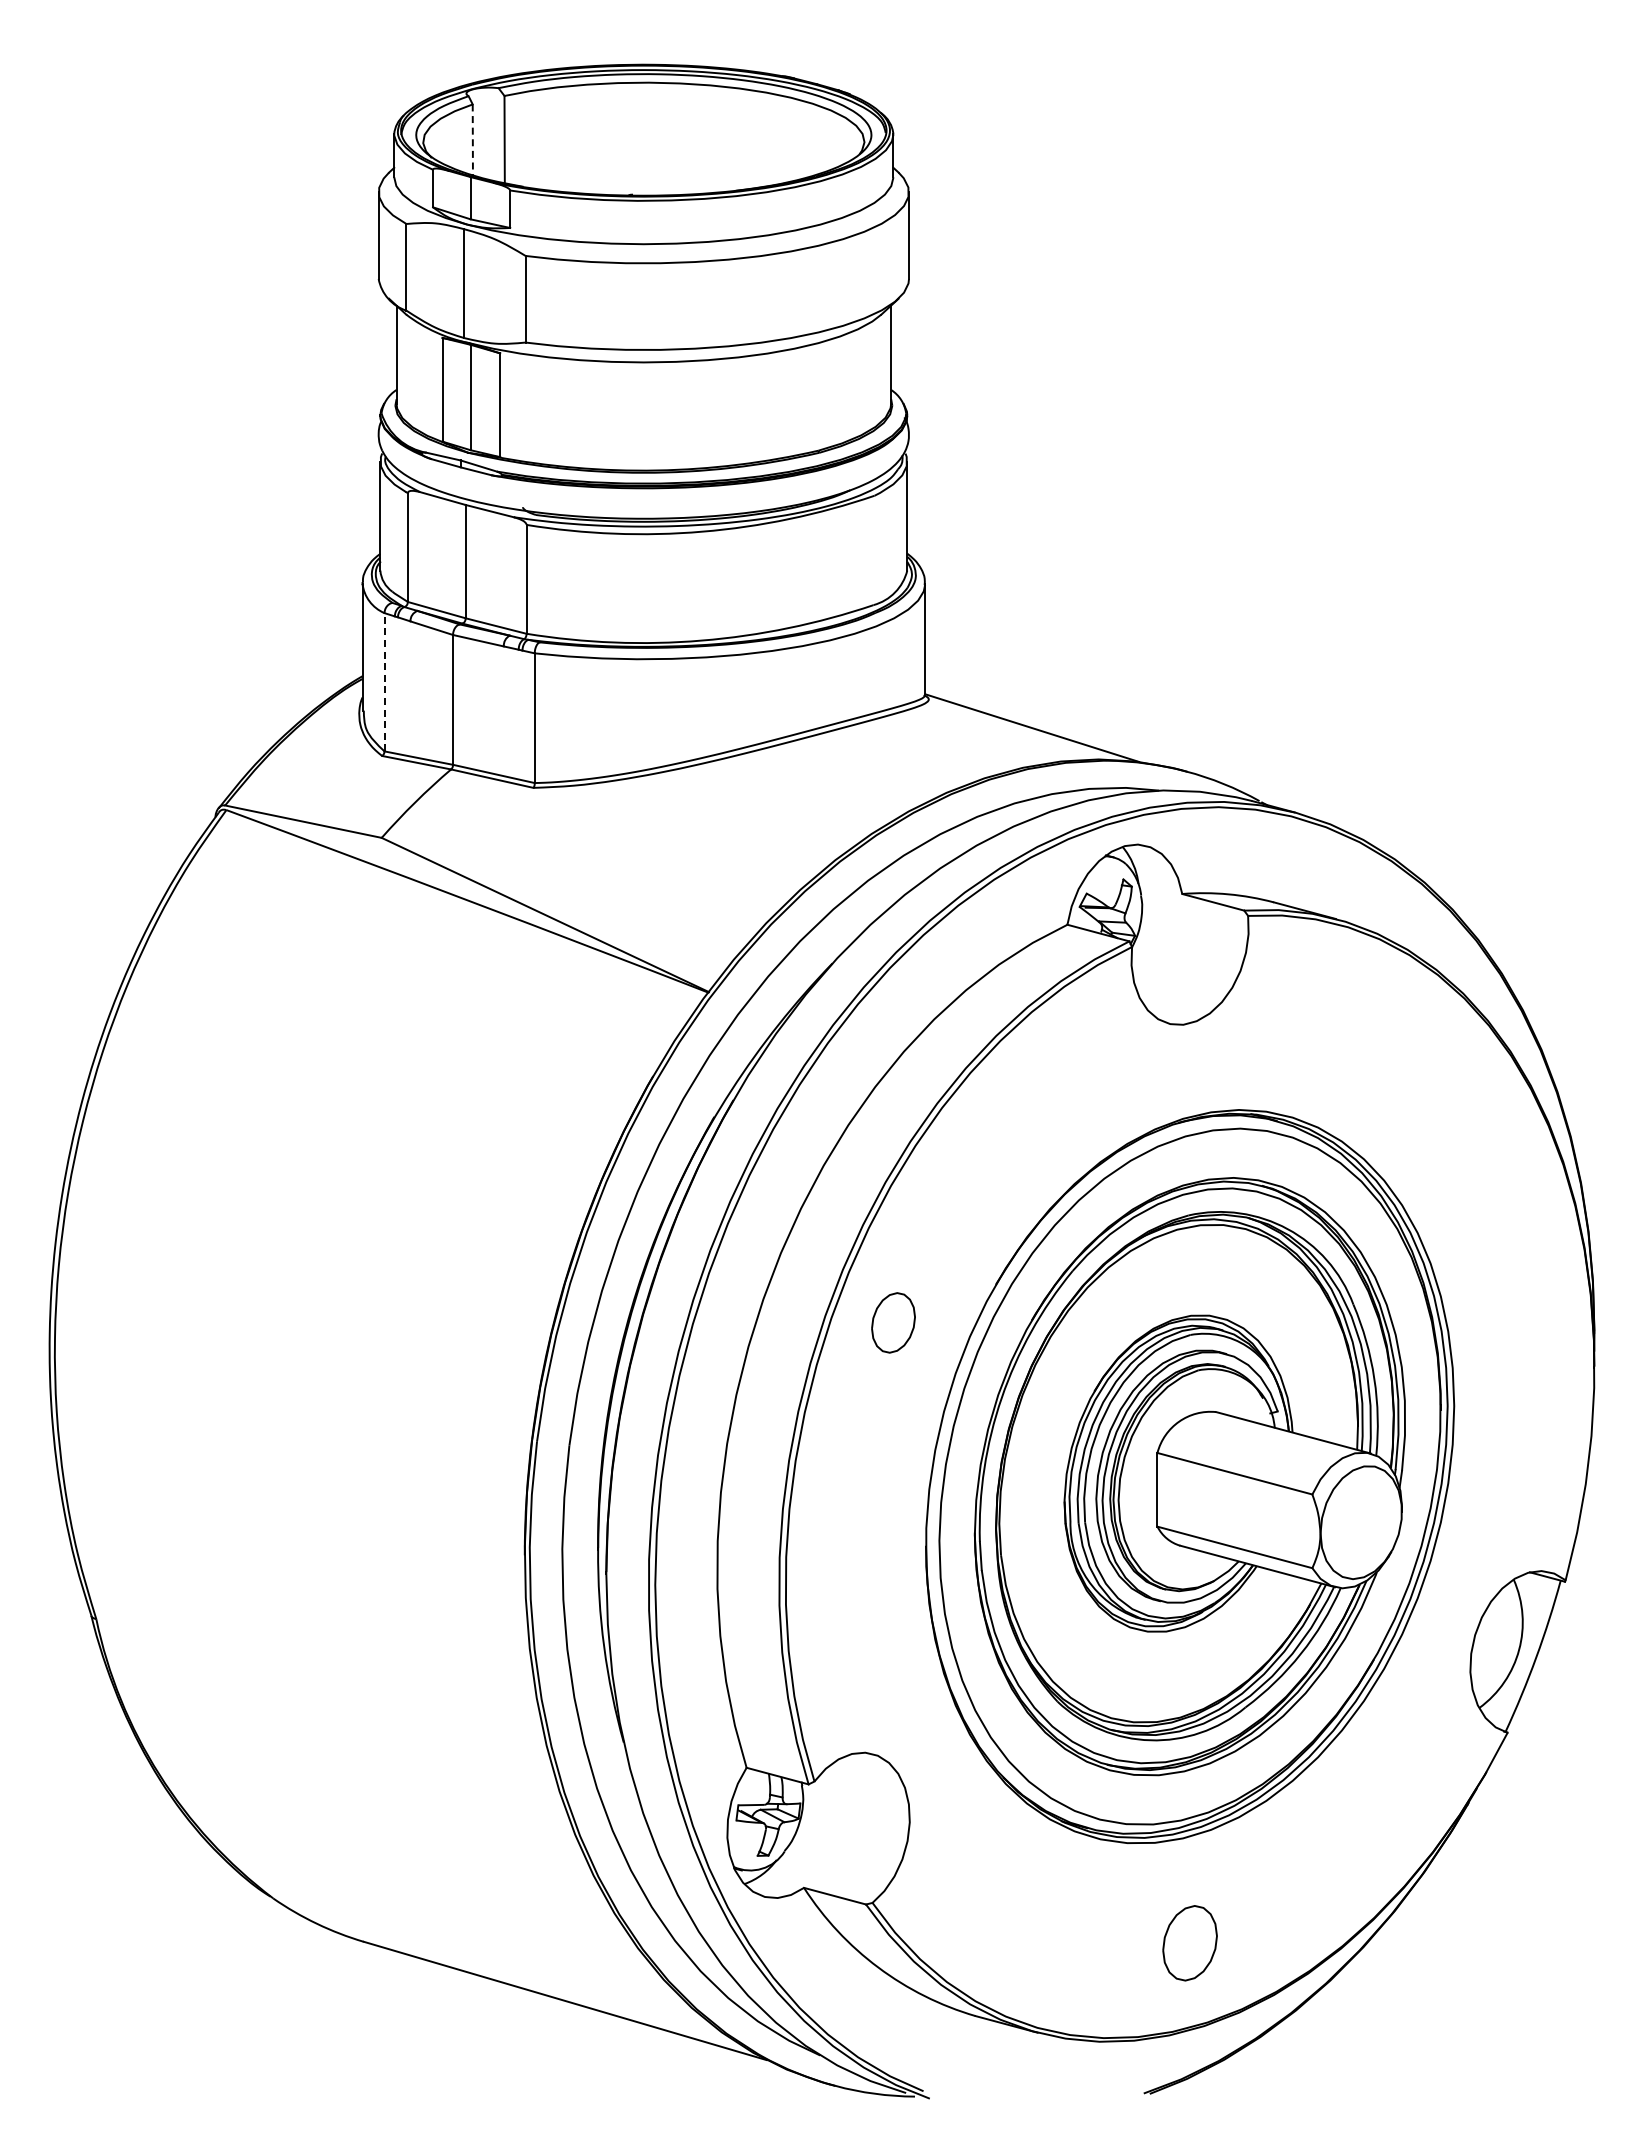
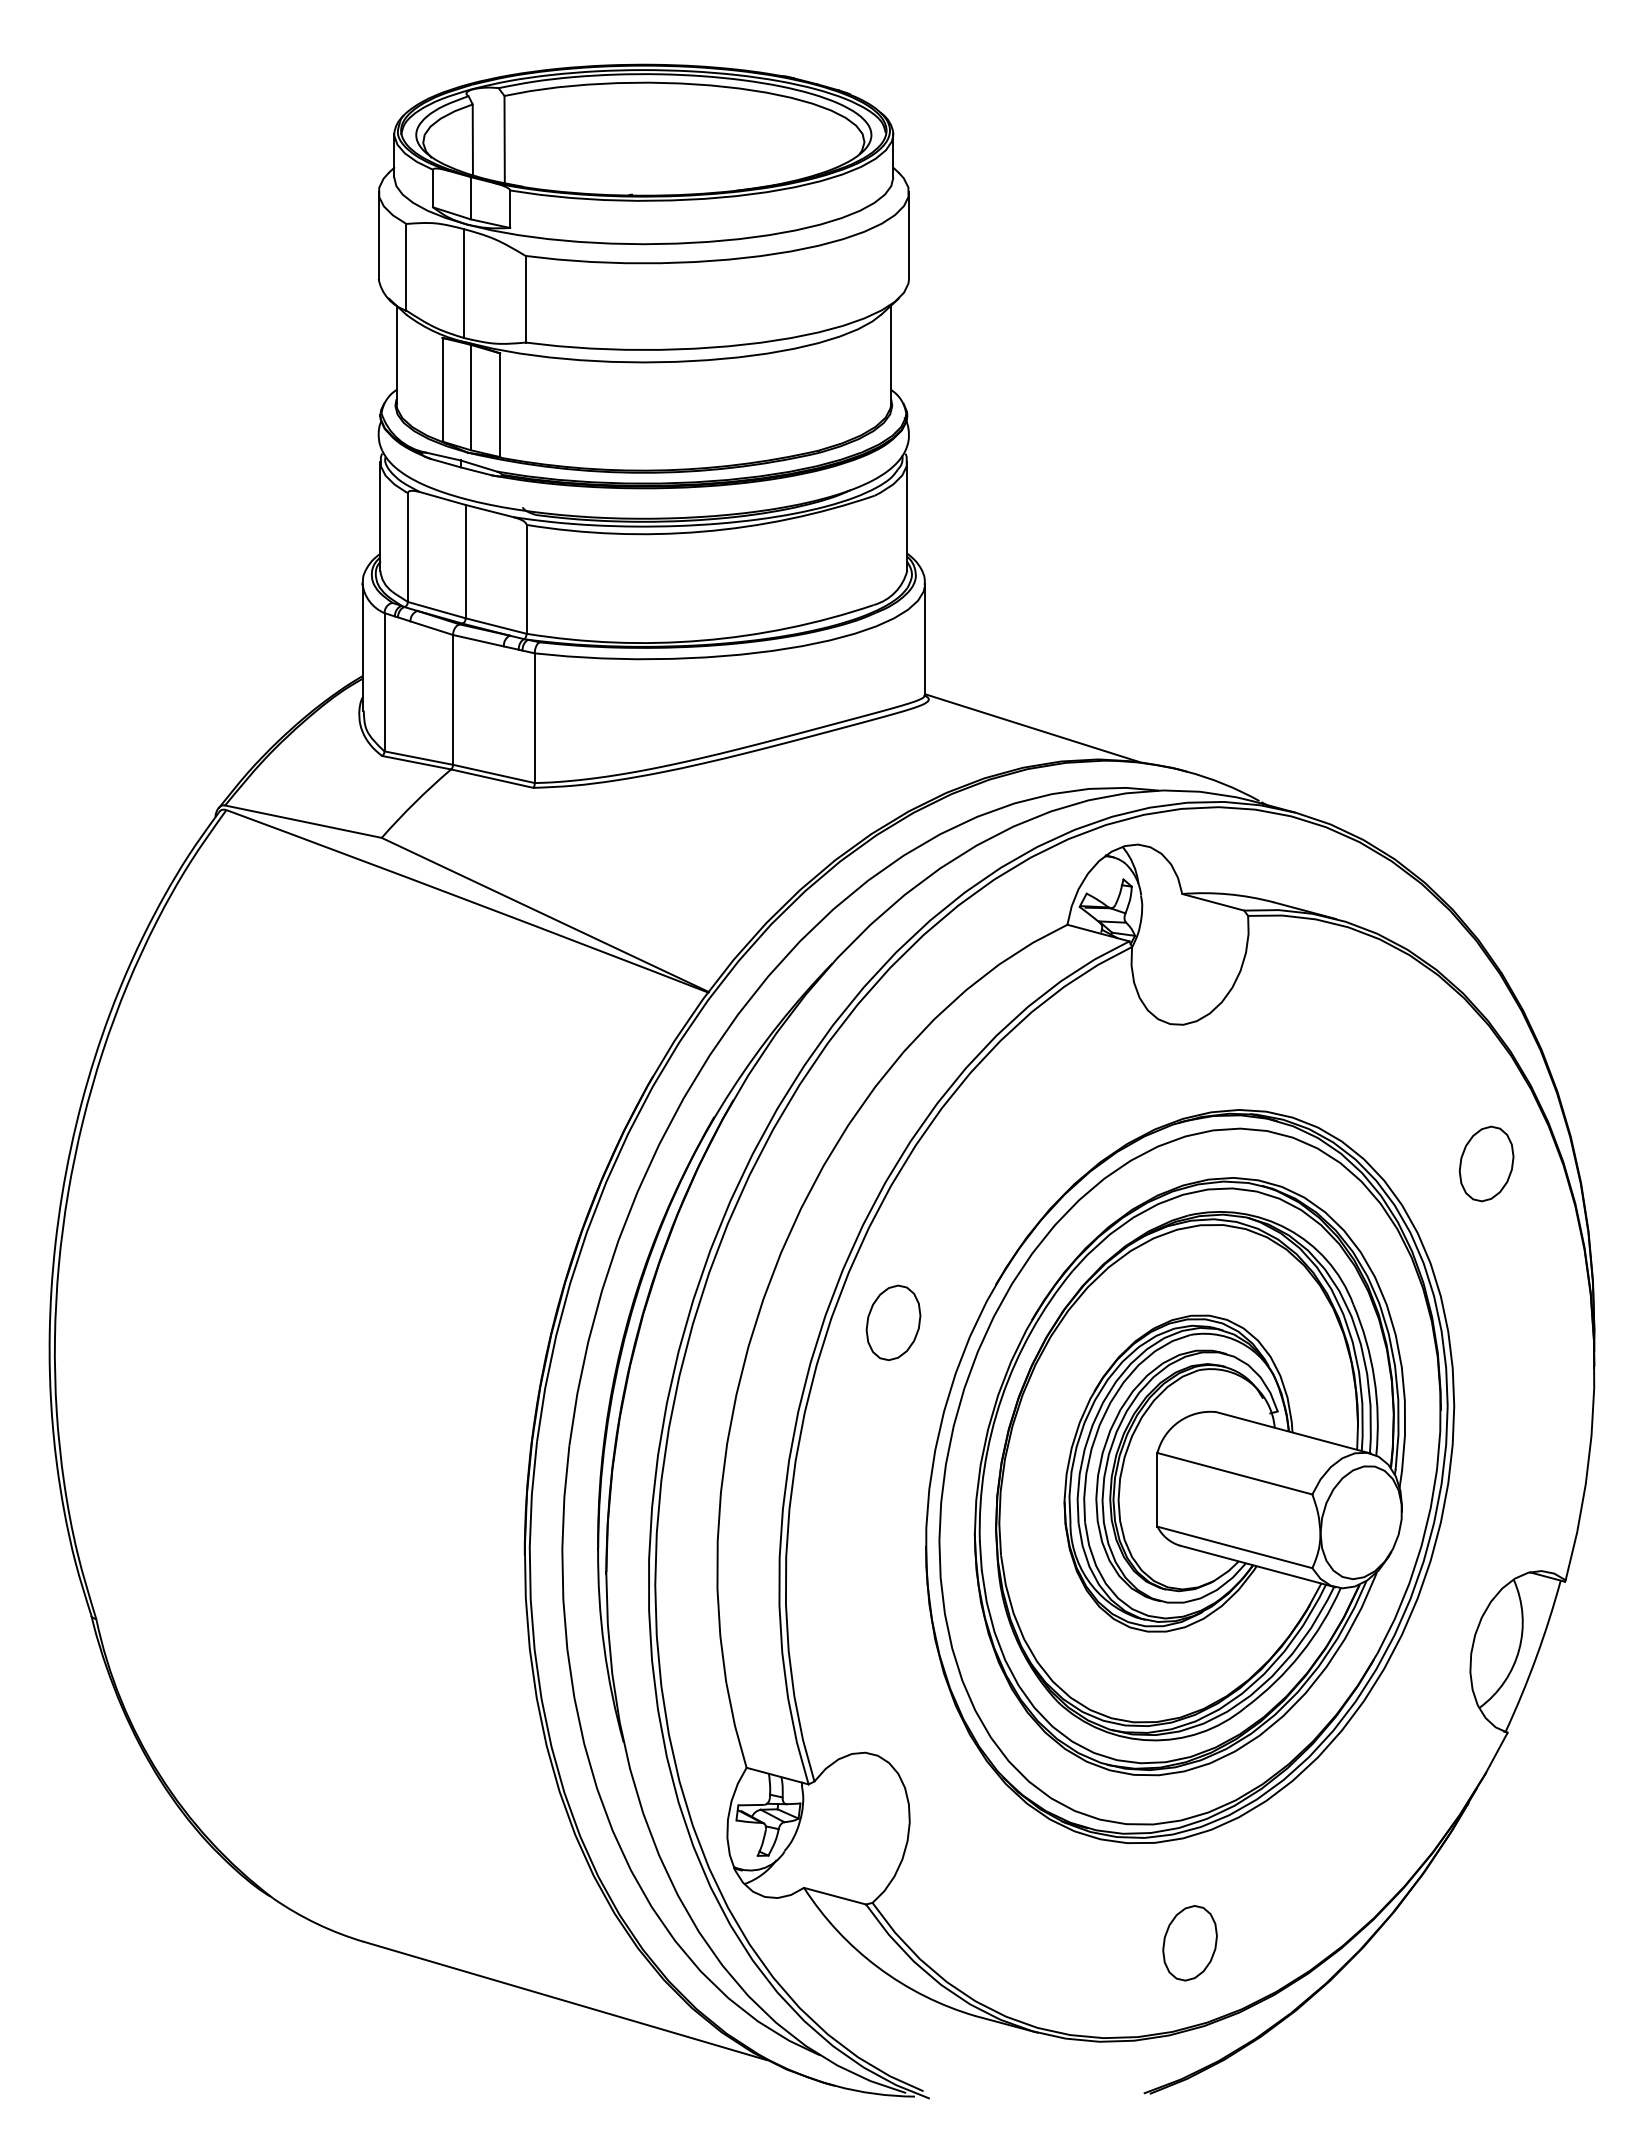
line at (472, 140): dashed -> solid
line at (384, 681): dashed -> solid
part at (1486, 1163): none -> present
part at (893, 1322) size: 45x62 px -> 57x78 px
